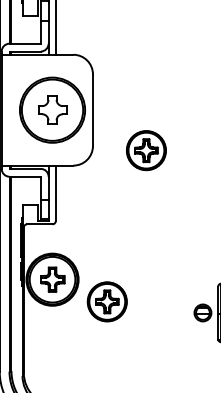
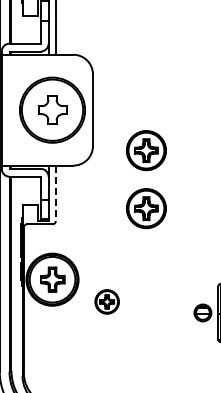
line at (55, 193): solid -> dashed
part at (146, 208): none -> present
part at (106, 301) size: 42x42 px -> 26x26 px
